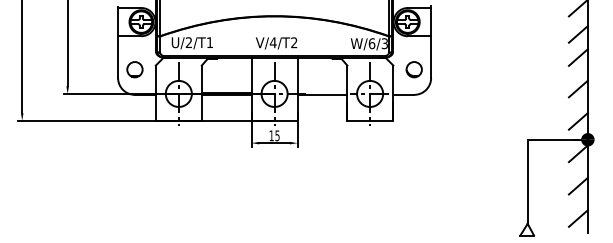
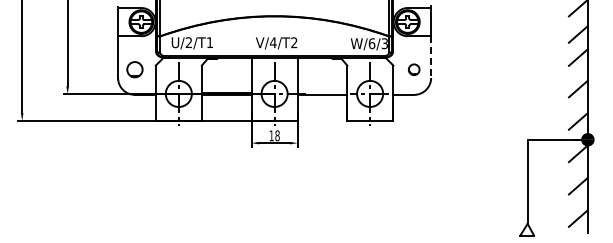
line at (431, 57): solid -> dashed
part at (413, 69) size: 18x18 px -> 14x13 px
text at (277, 135): 15 -> 18
